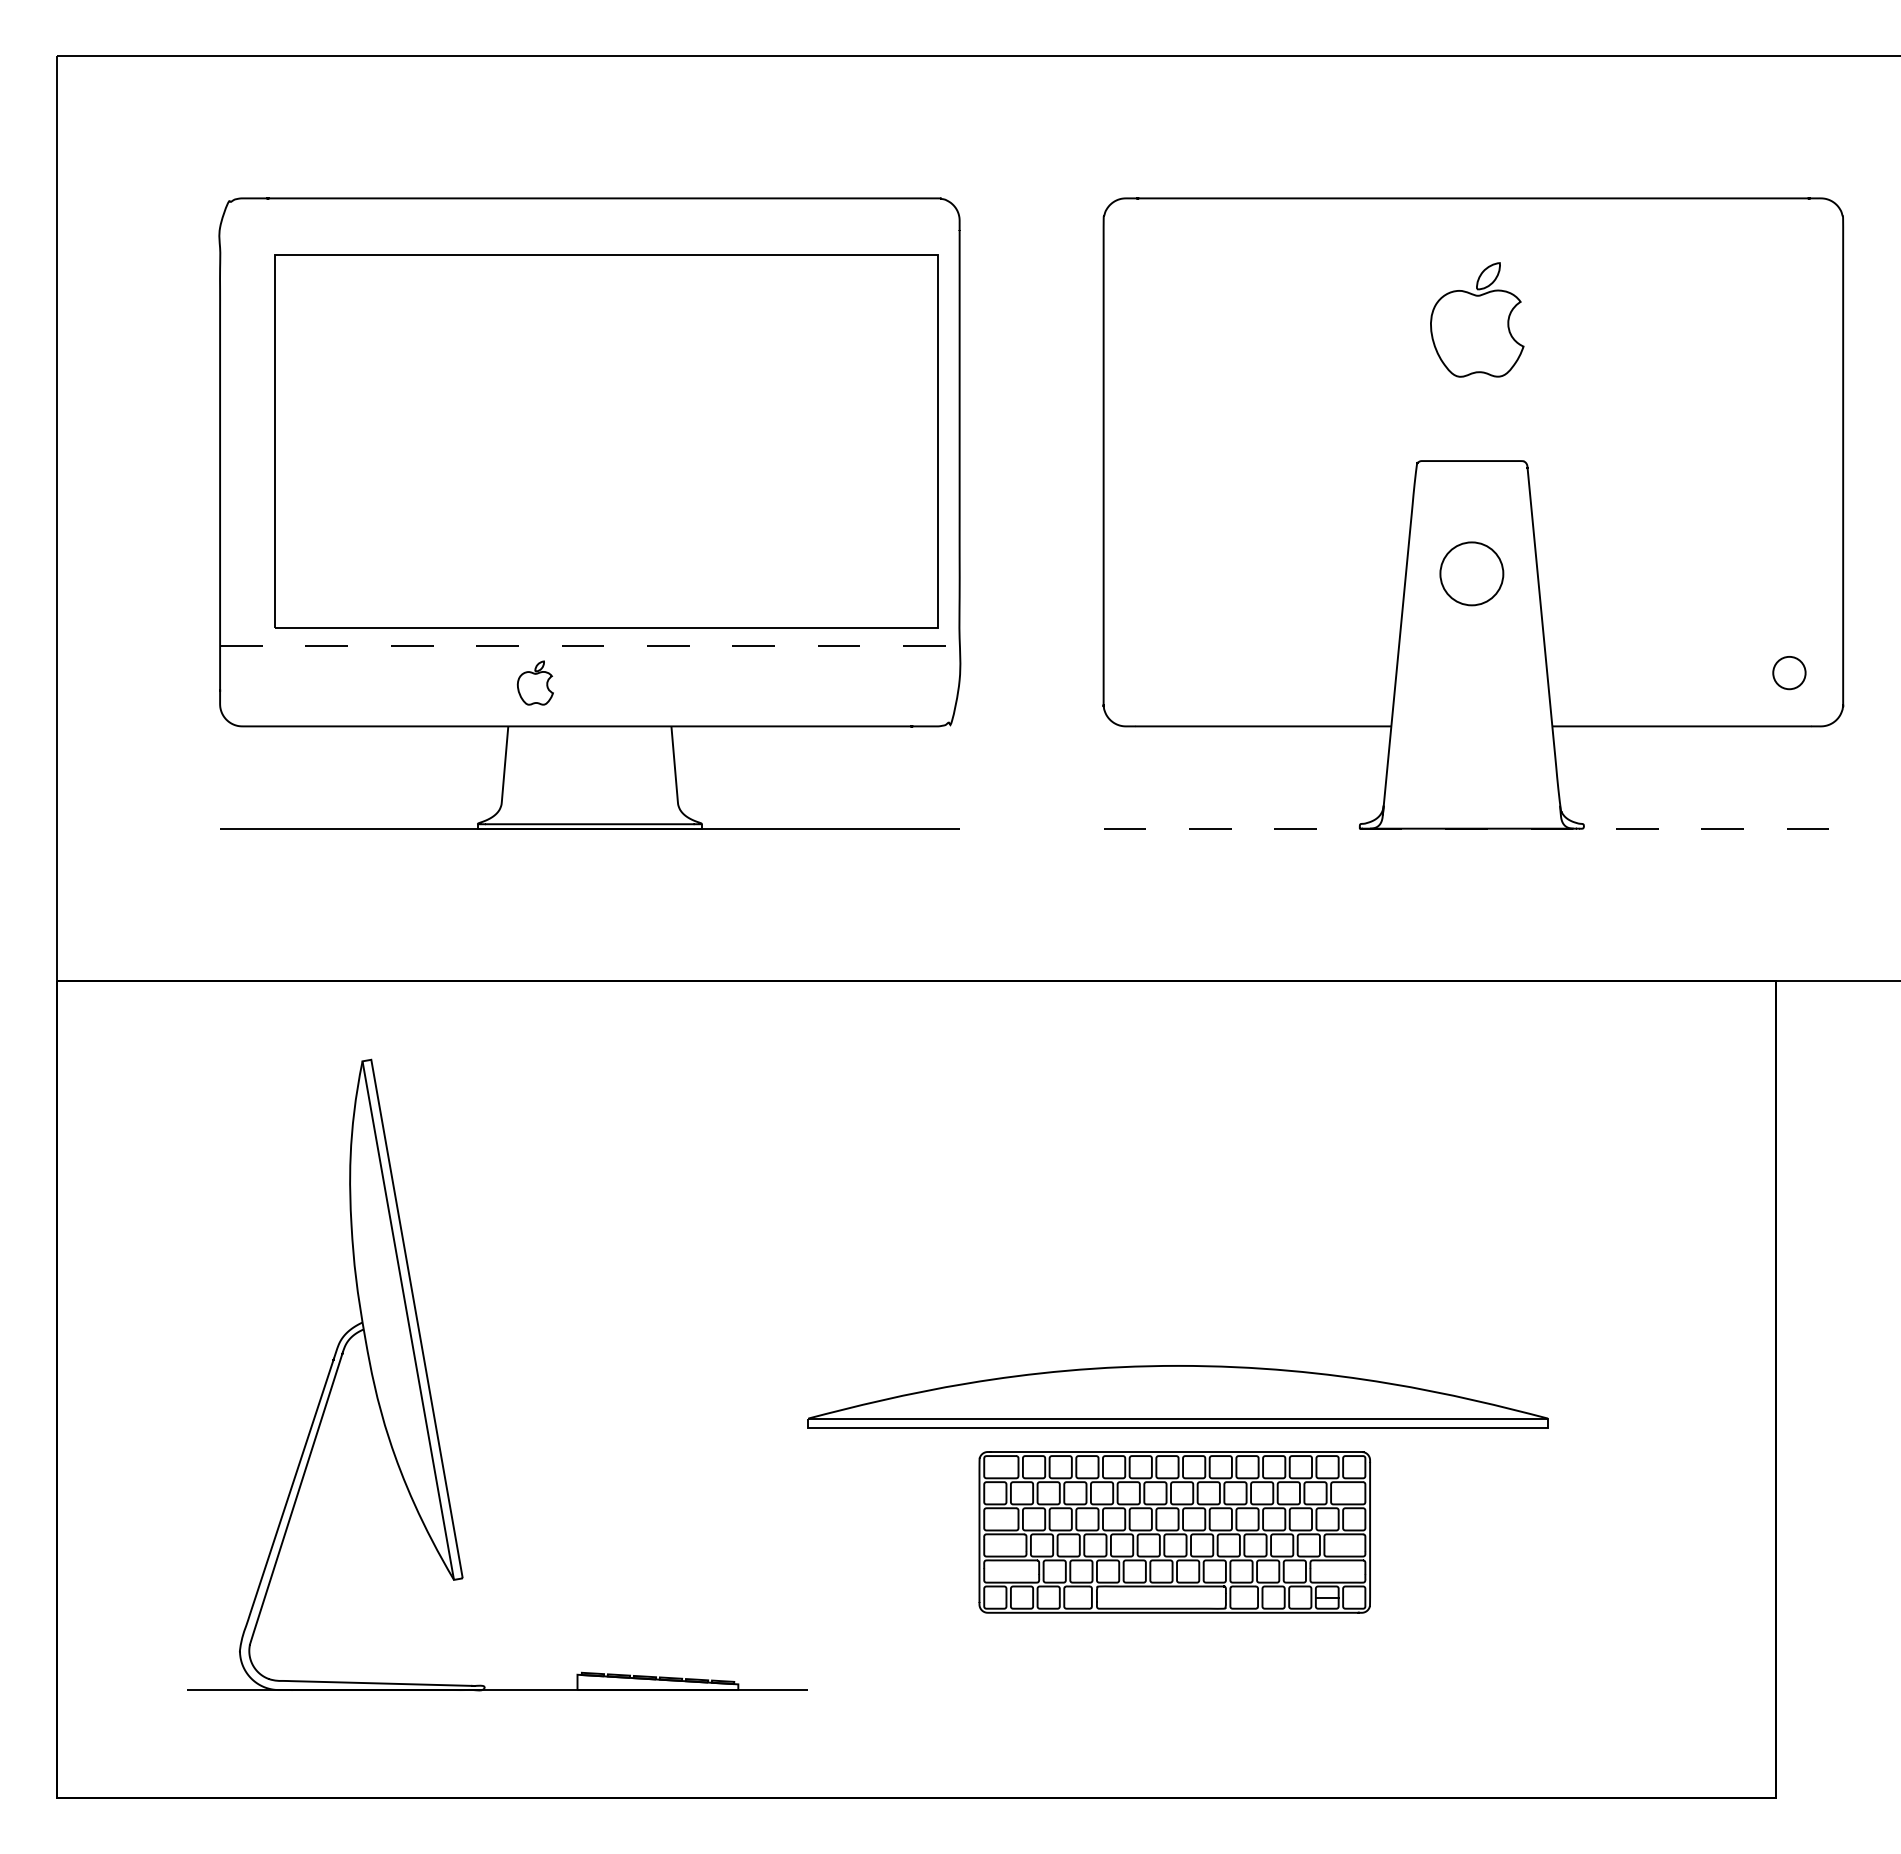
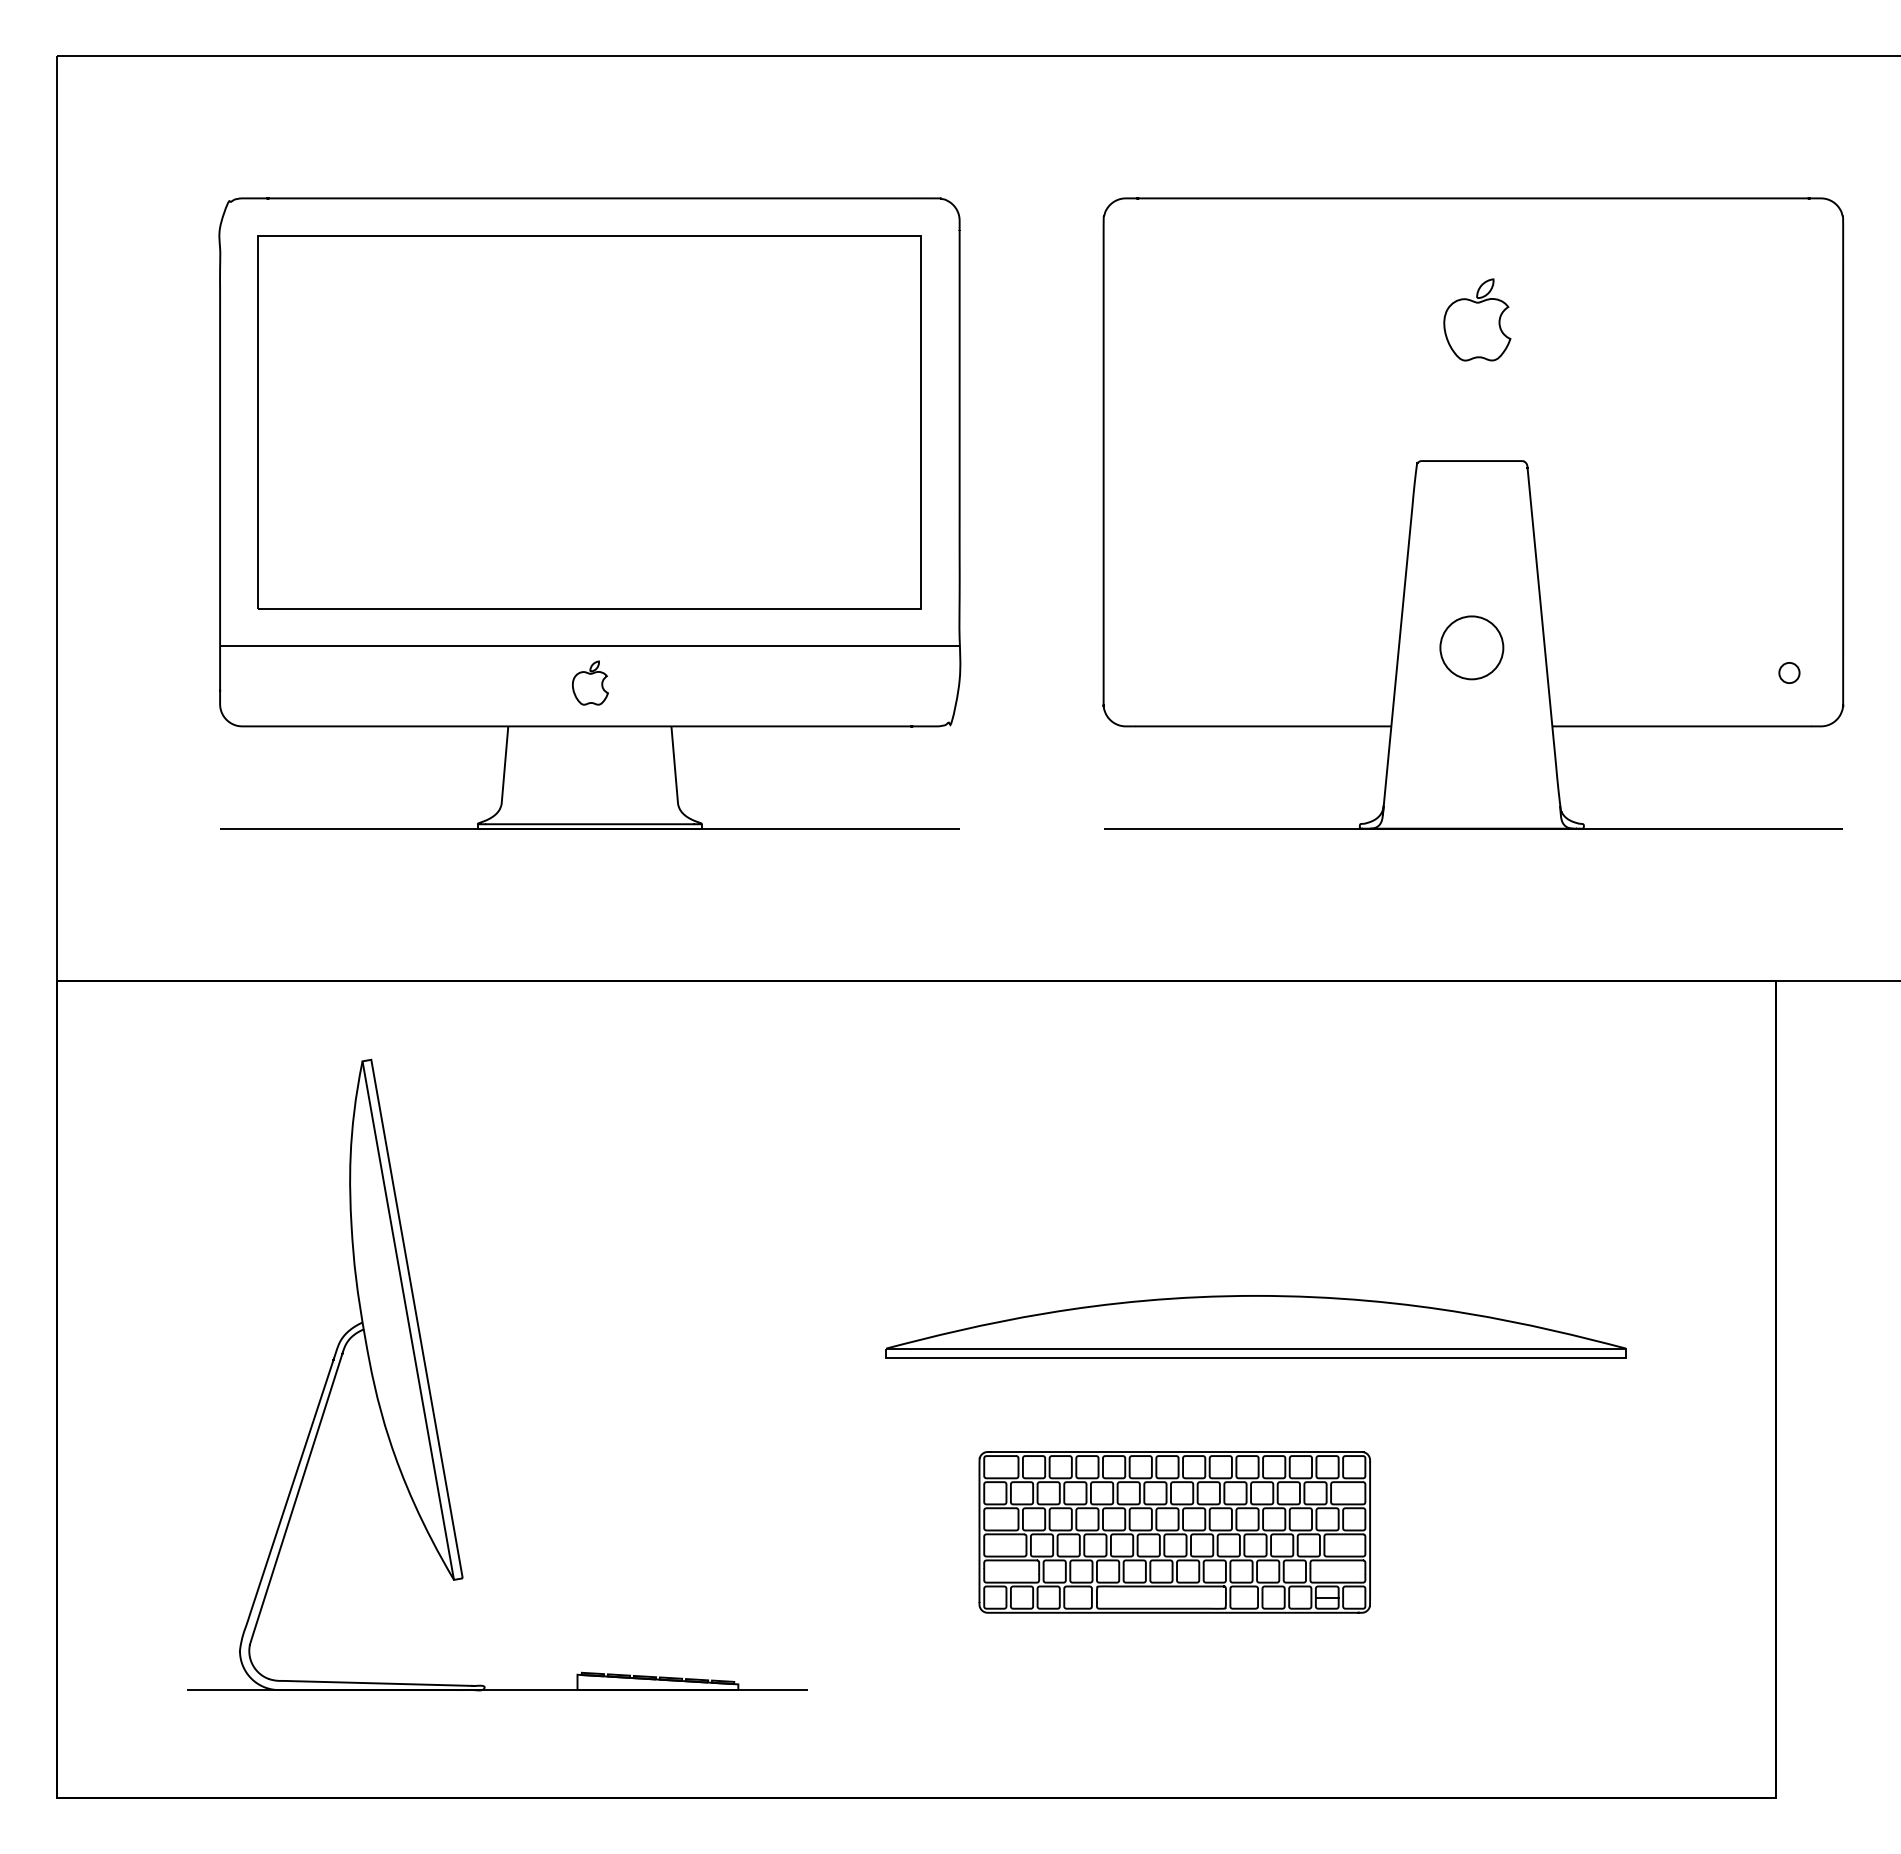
part at (1477, 319) size: 95x116 px -> 69x84 px
part at (606, 441) position: (606, 441) -> (589, 422)
circle at (1471, 573) position: (1471, 573) -> (1471, 647)
line at (589, 646): dashed -> solid
circle at (1789, 673) size: 35x35 px -> 23x22 px
part at (534, 682) position: (534, 682) -> (589, 682)
line at (1473, 828): dashed -> solid
part at (1177, 1396) position: (1177, 1396) -> (1255, 1326)
